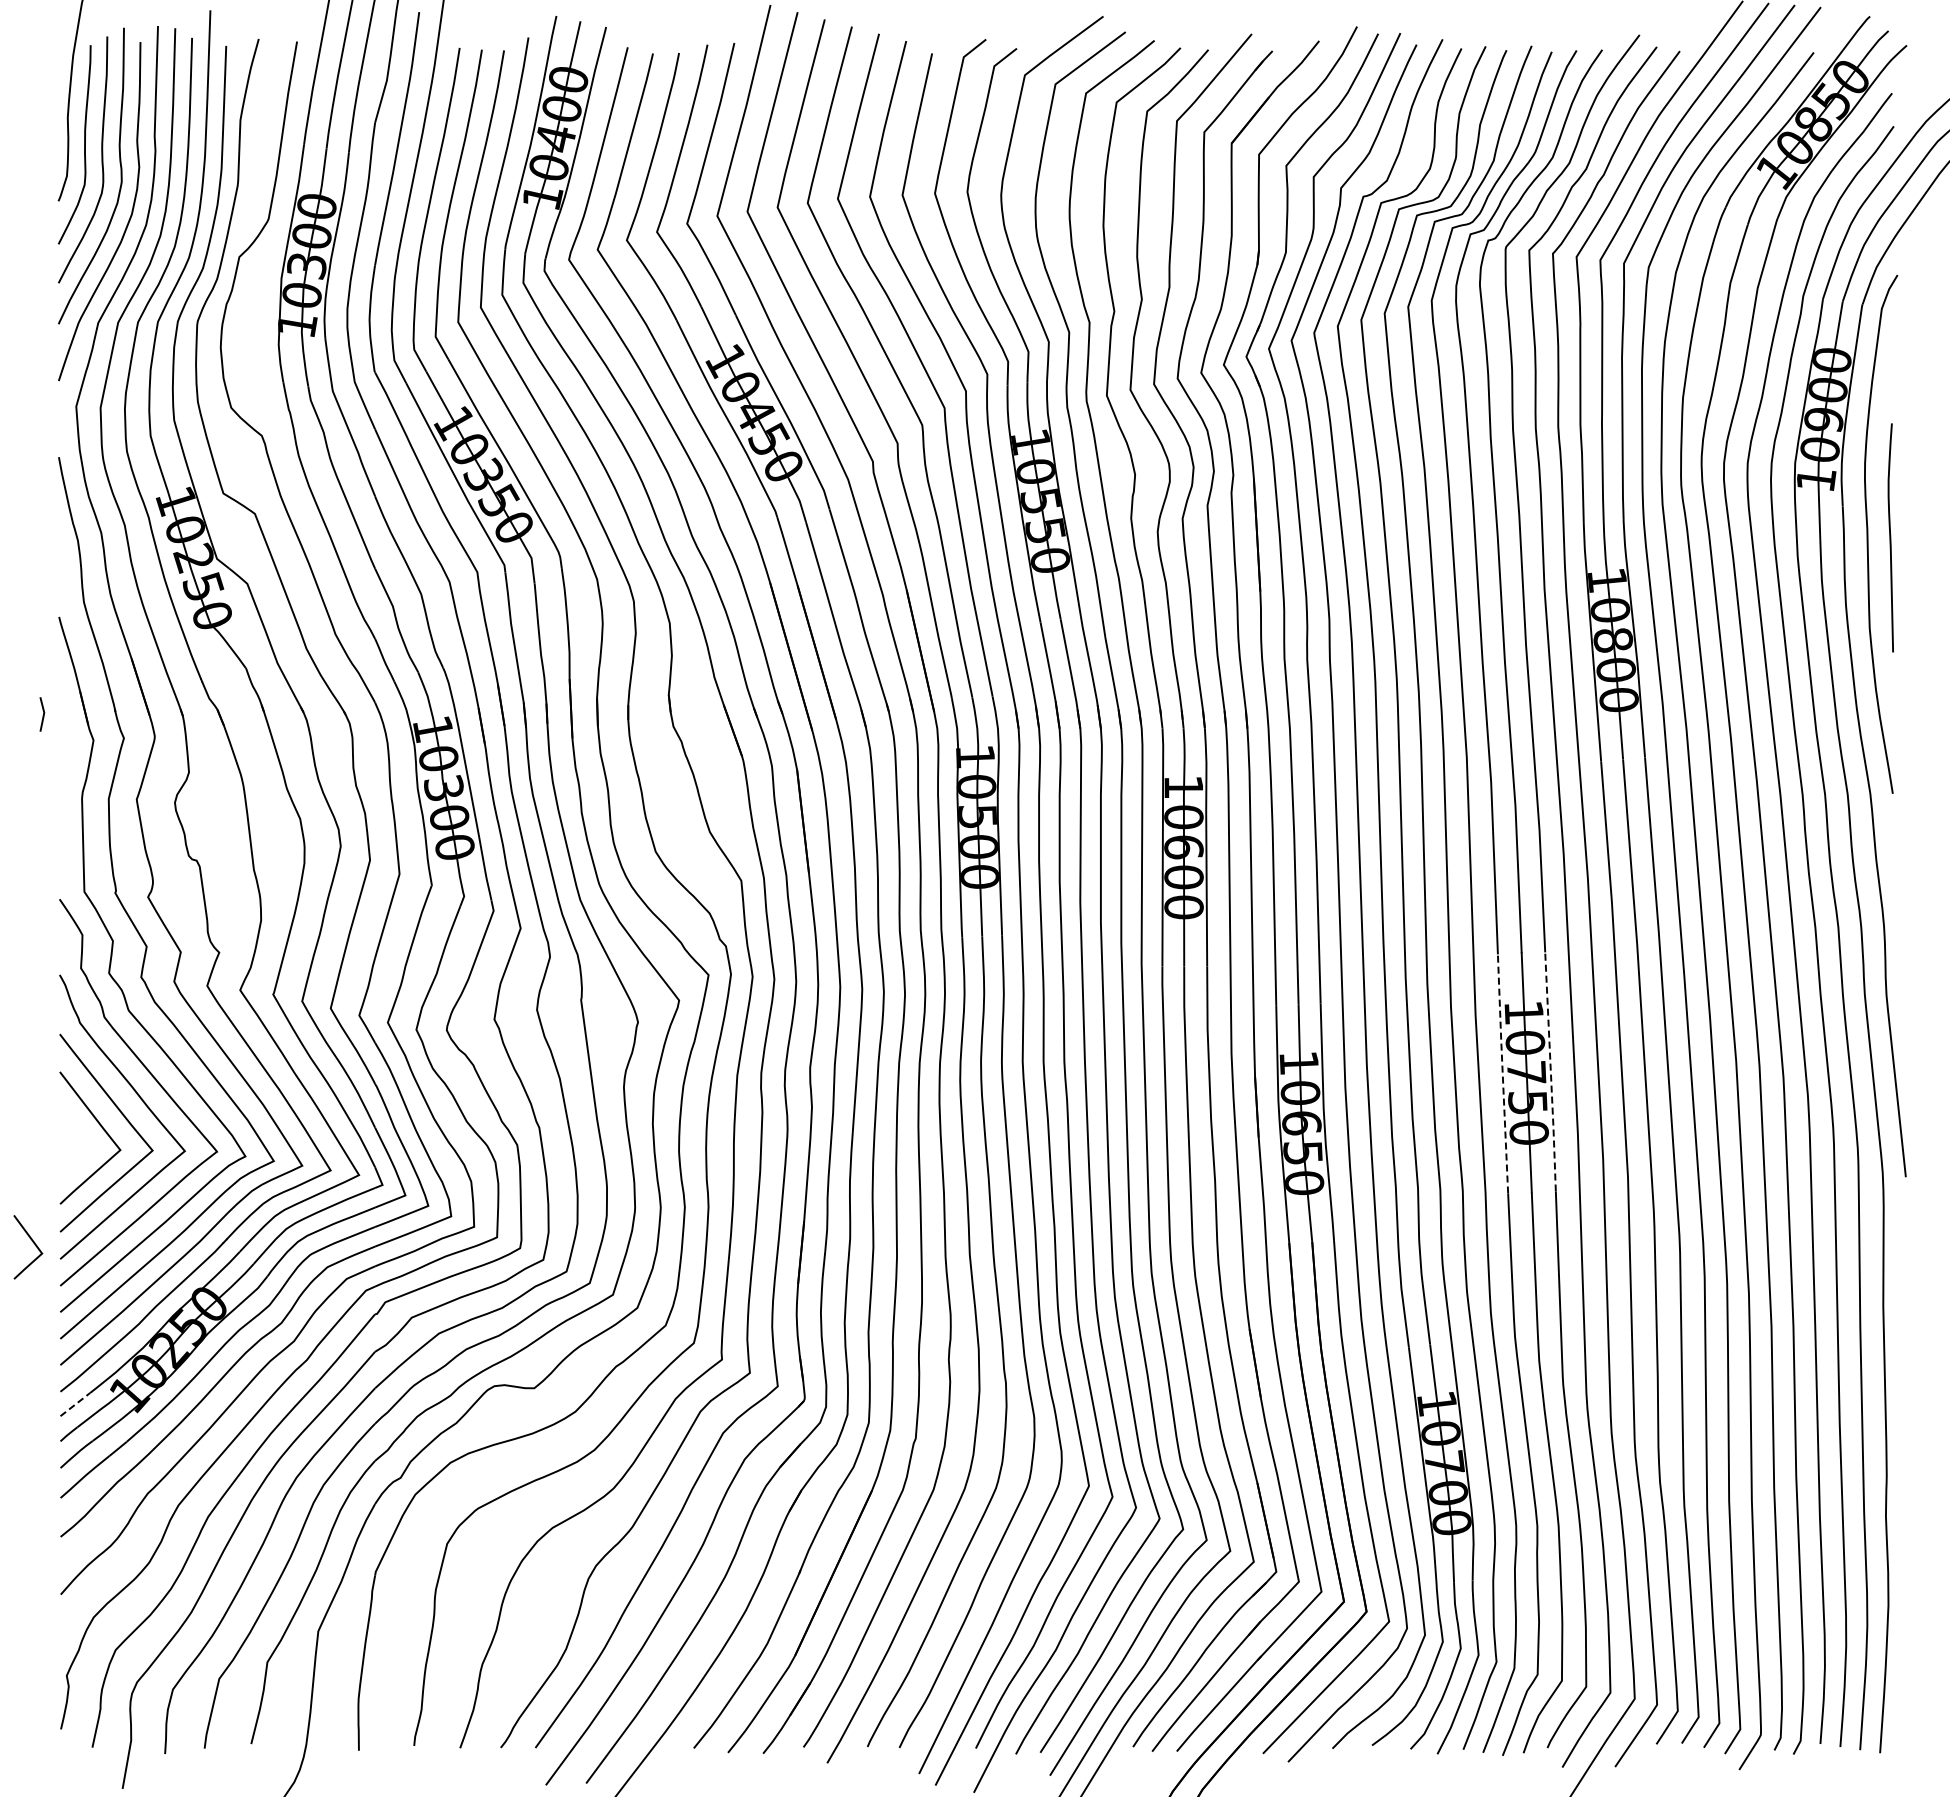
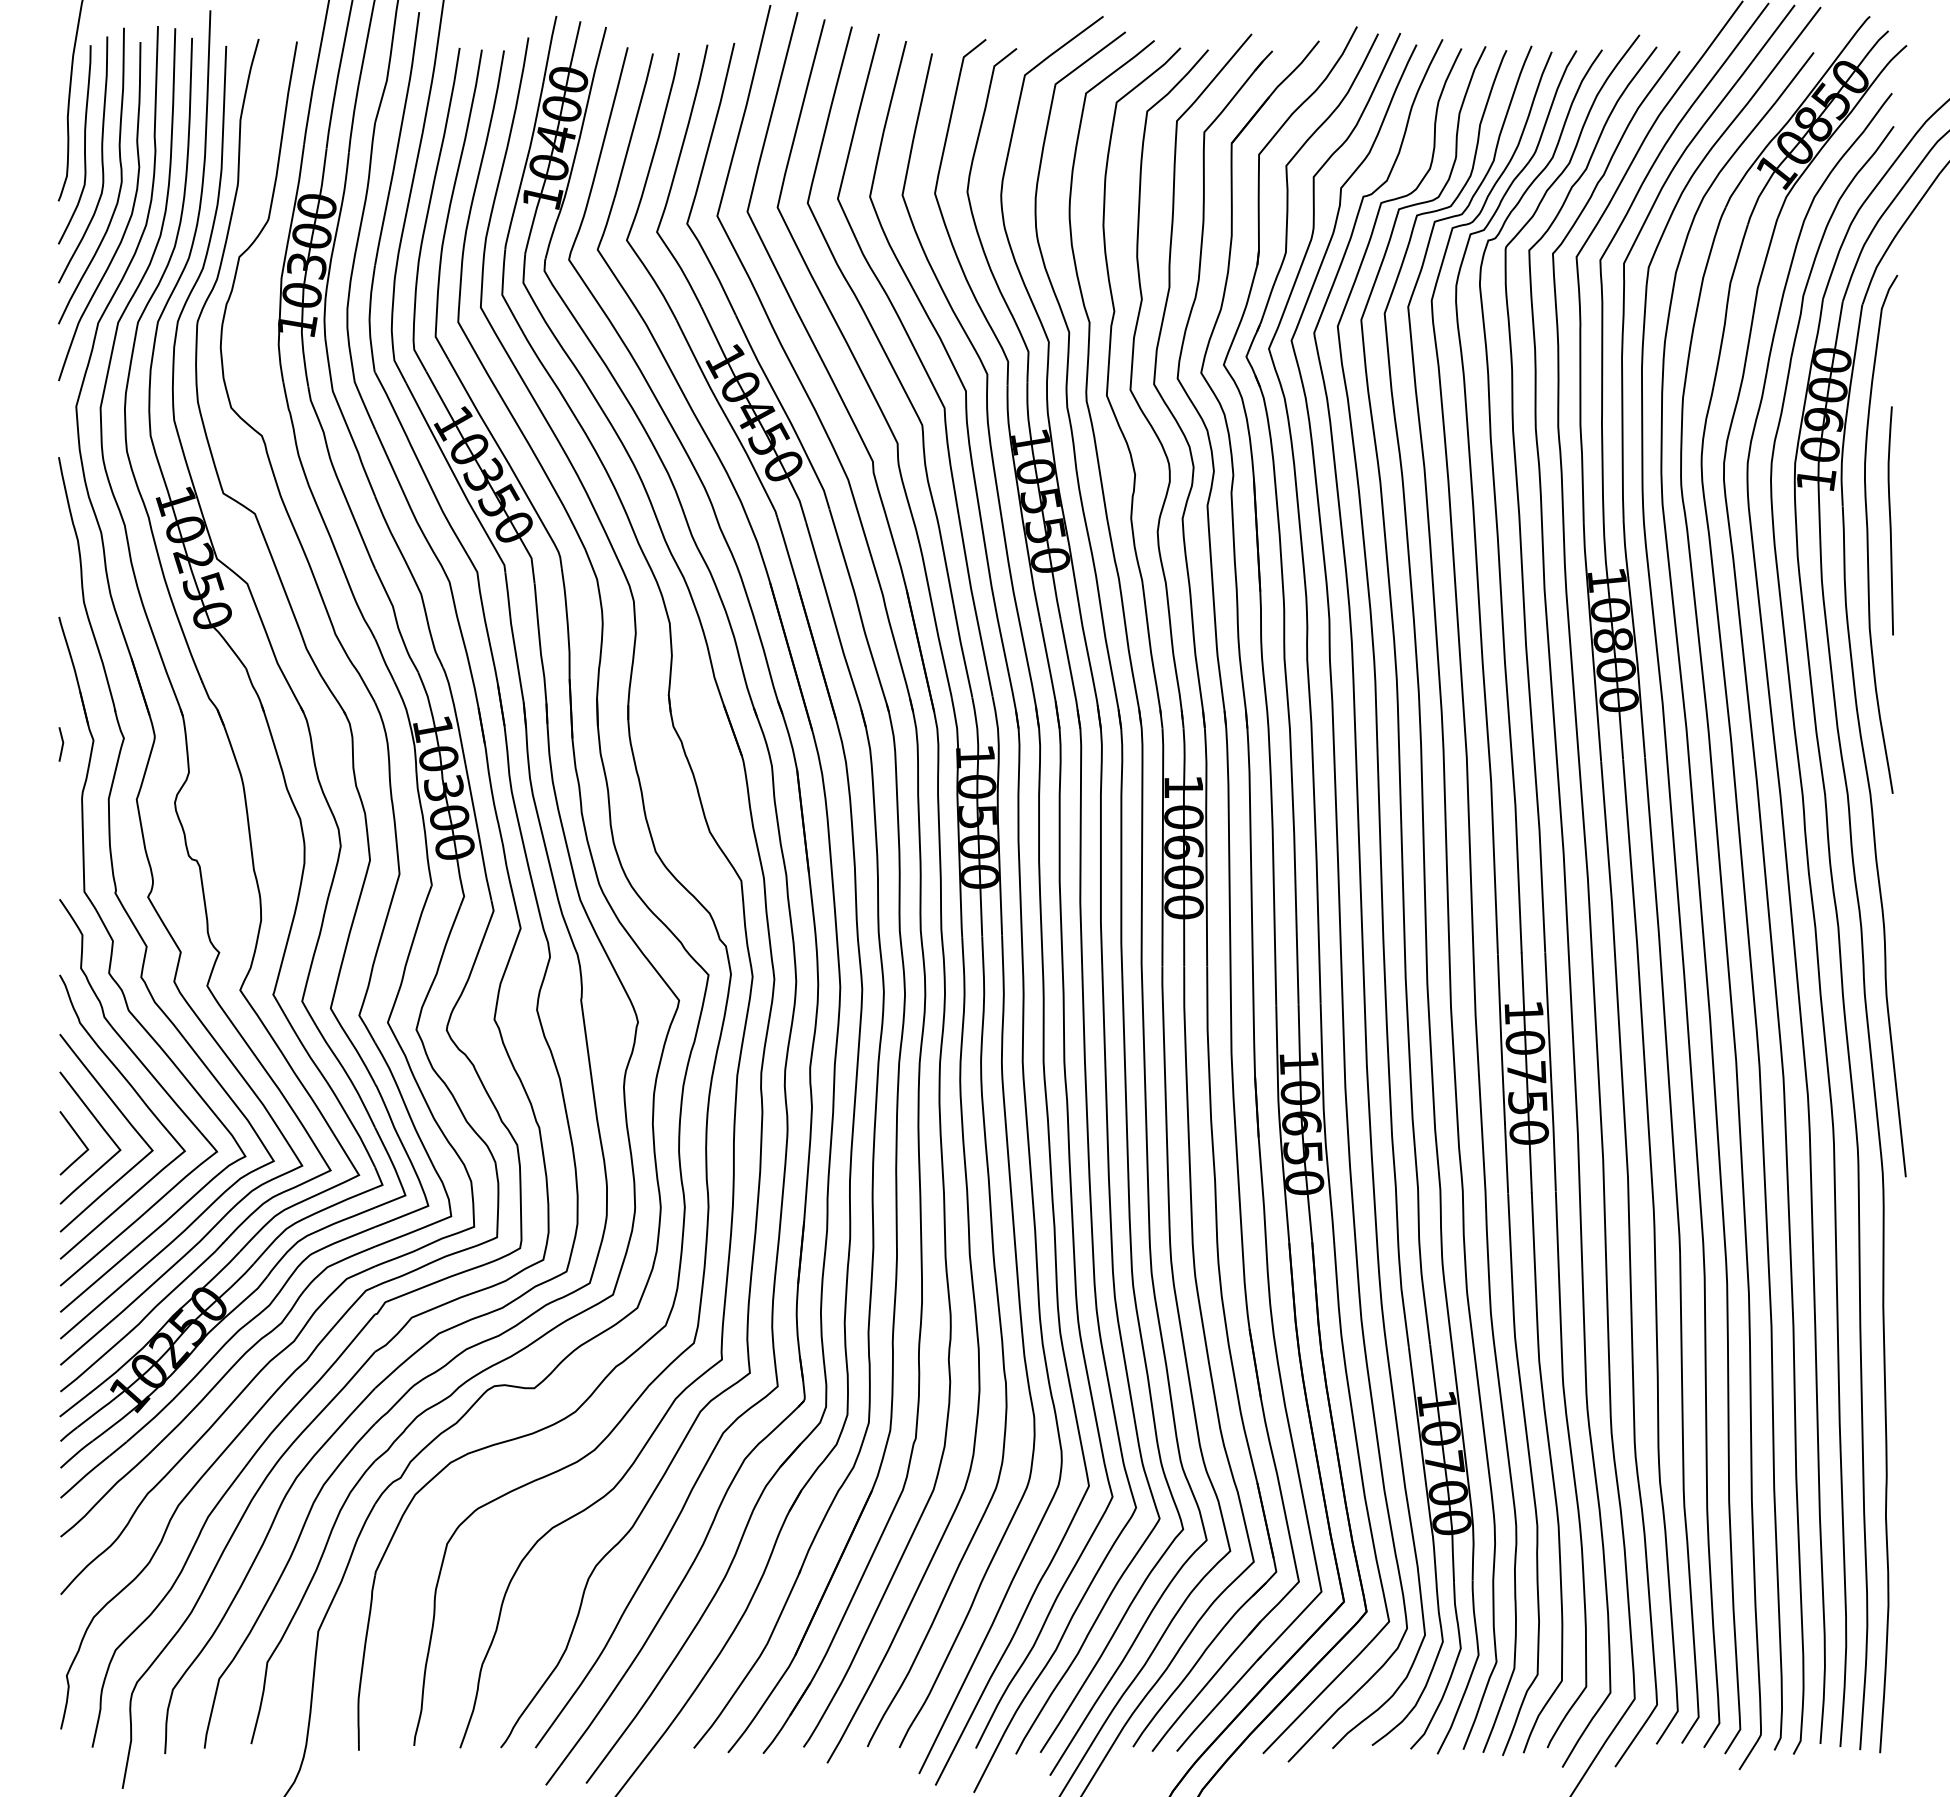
curve at (1890, 537) position: (1890, 537) -> (1890, 520)
line at (43, 714) position: (43, 714) -> (62, 744)
line at (1502, 1072): dashed -> solid
line at (1550, 1072): dashed -> solid
line at (32, 1242) position: (32, 1242) -> (78, 1138)
line at (75, 1404): dashed -> solid
